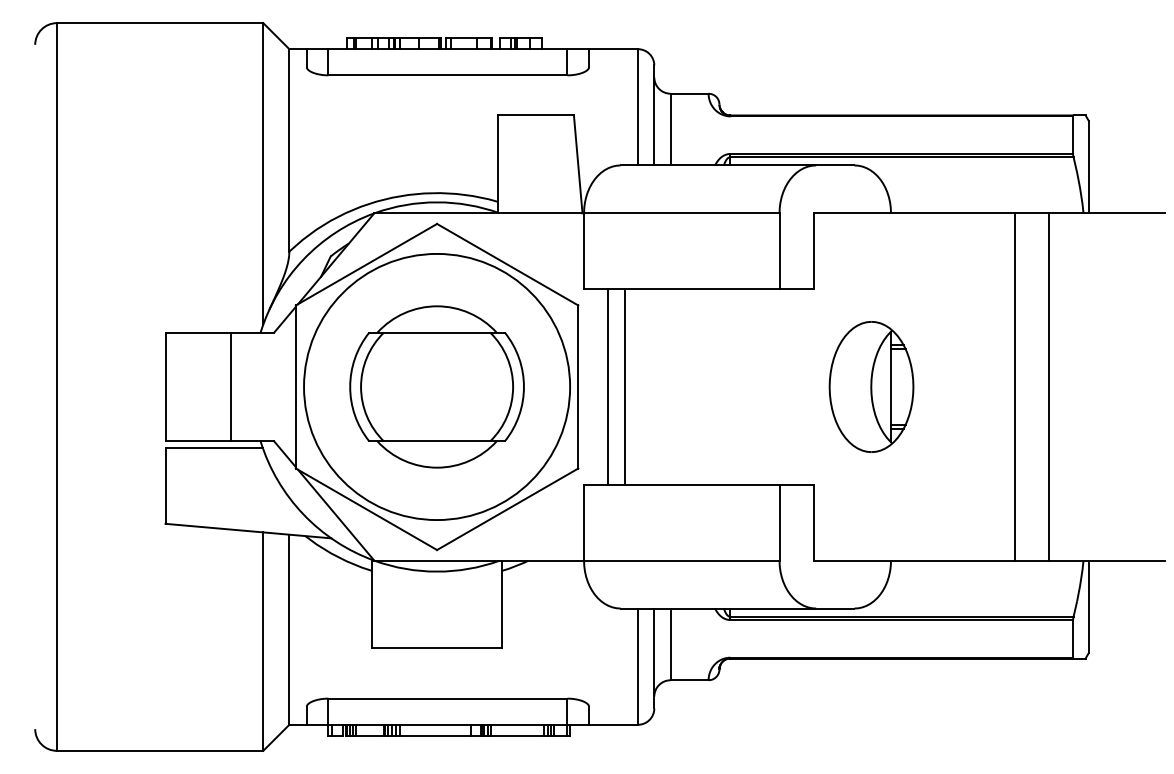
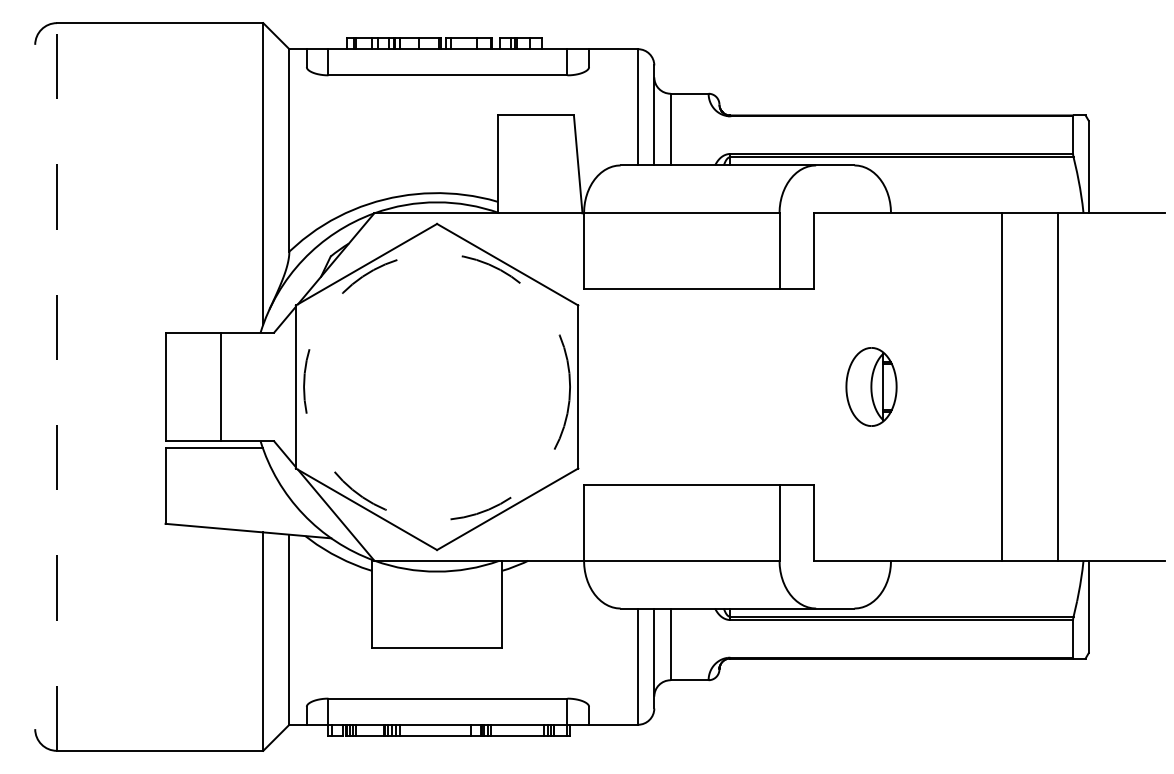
line at (230, 386) position: (230, 386) -> (220, 386)
part at (436, 386): present -> none
circle at (437, 386): solid -> dashed
line at (608, 386): present -> none
line at (624, 386): present -> none
part at (871, 386) size: 87x132 px -> 53x80 px
line at (1015, 386) position: (1015, 386) -> (1002, 386)
line at (1048, 386) position: (1048, 386) -> (1057, 386)
line at (56, 387): solid -> dashed
